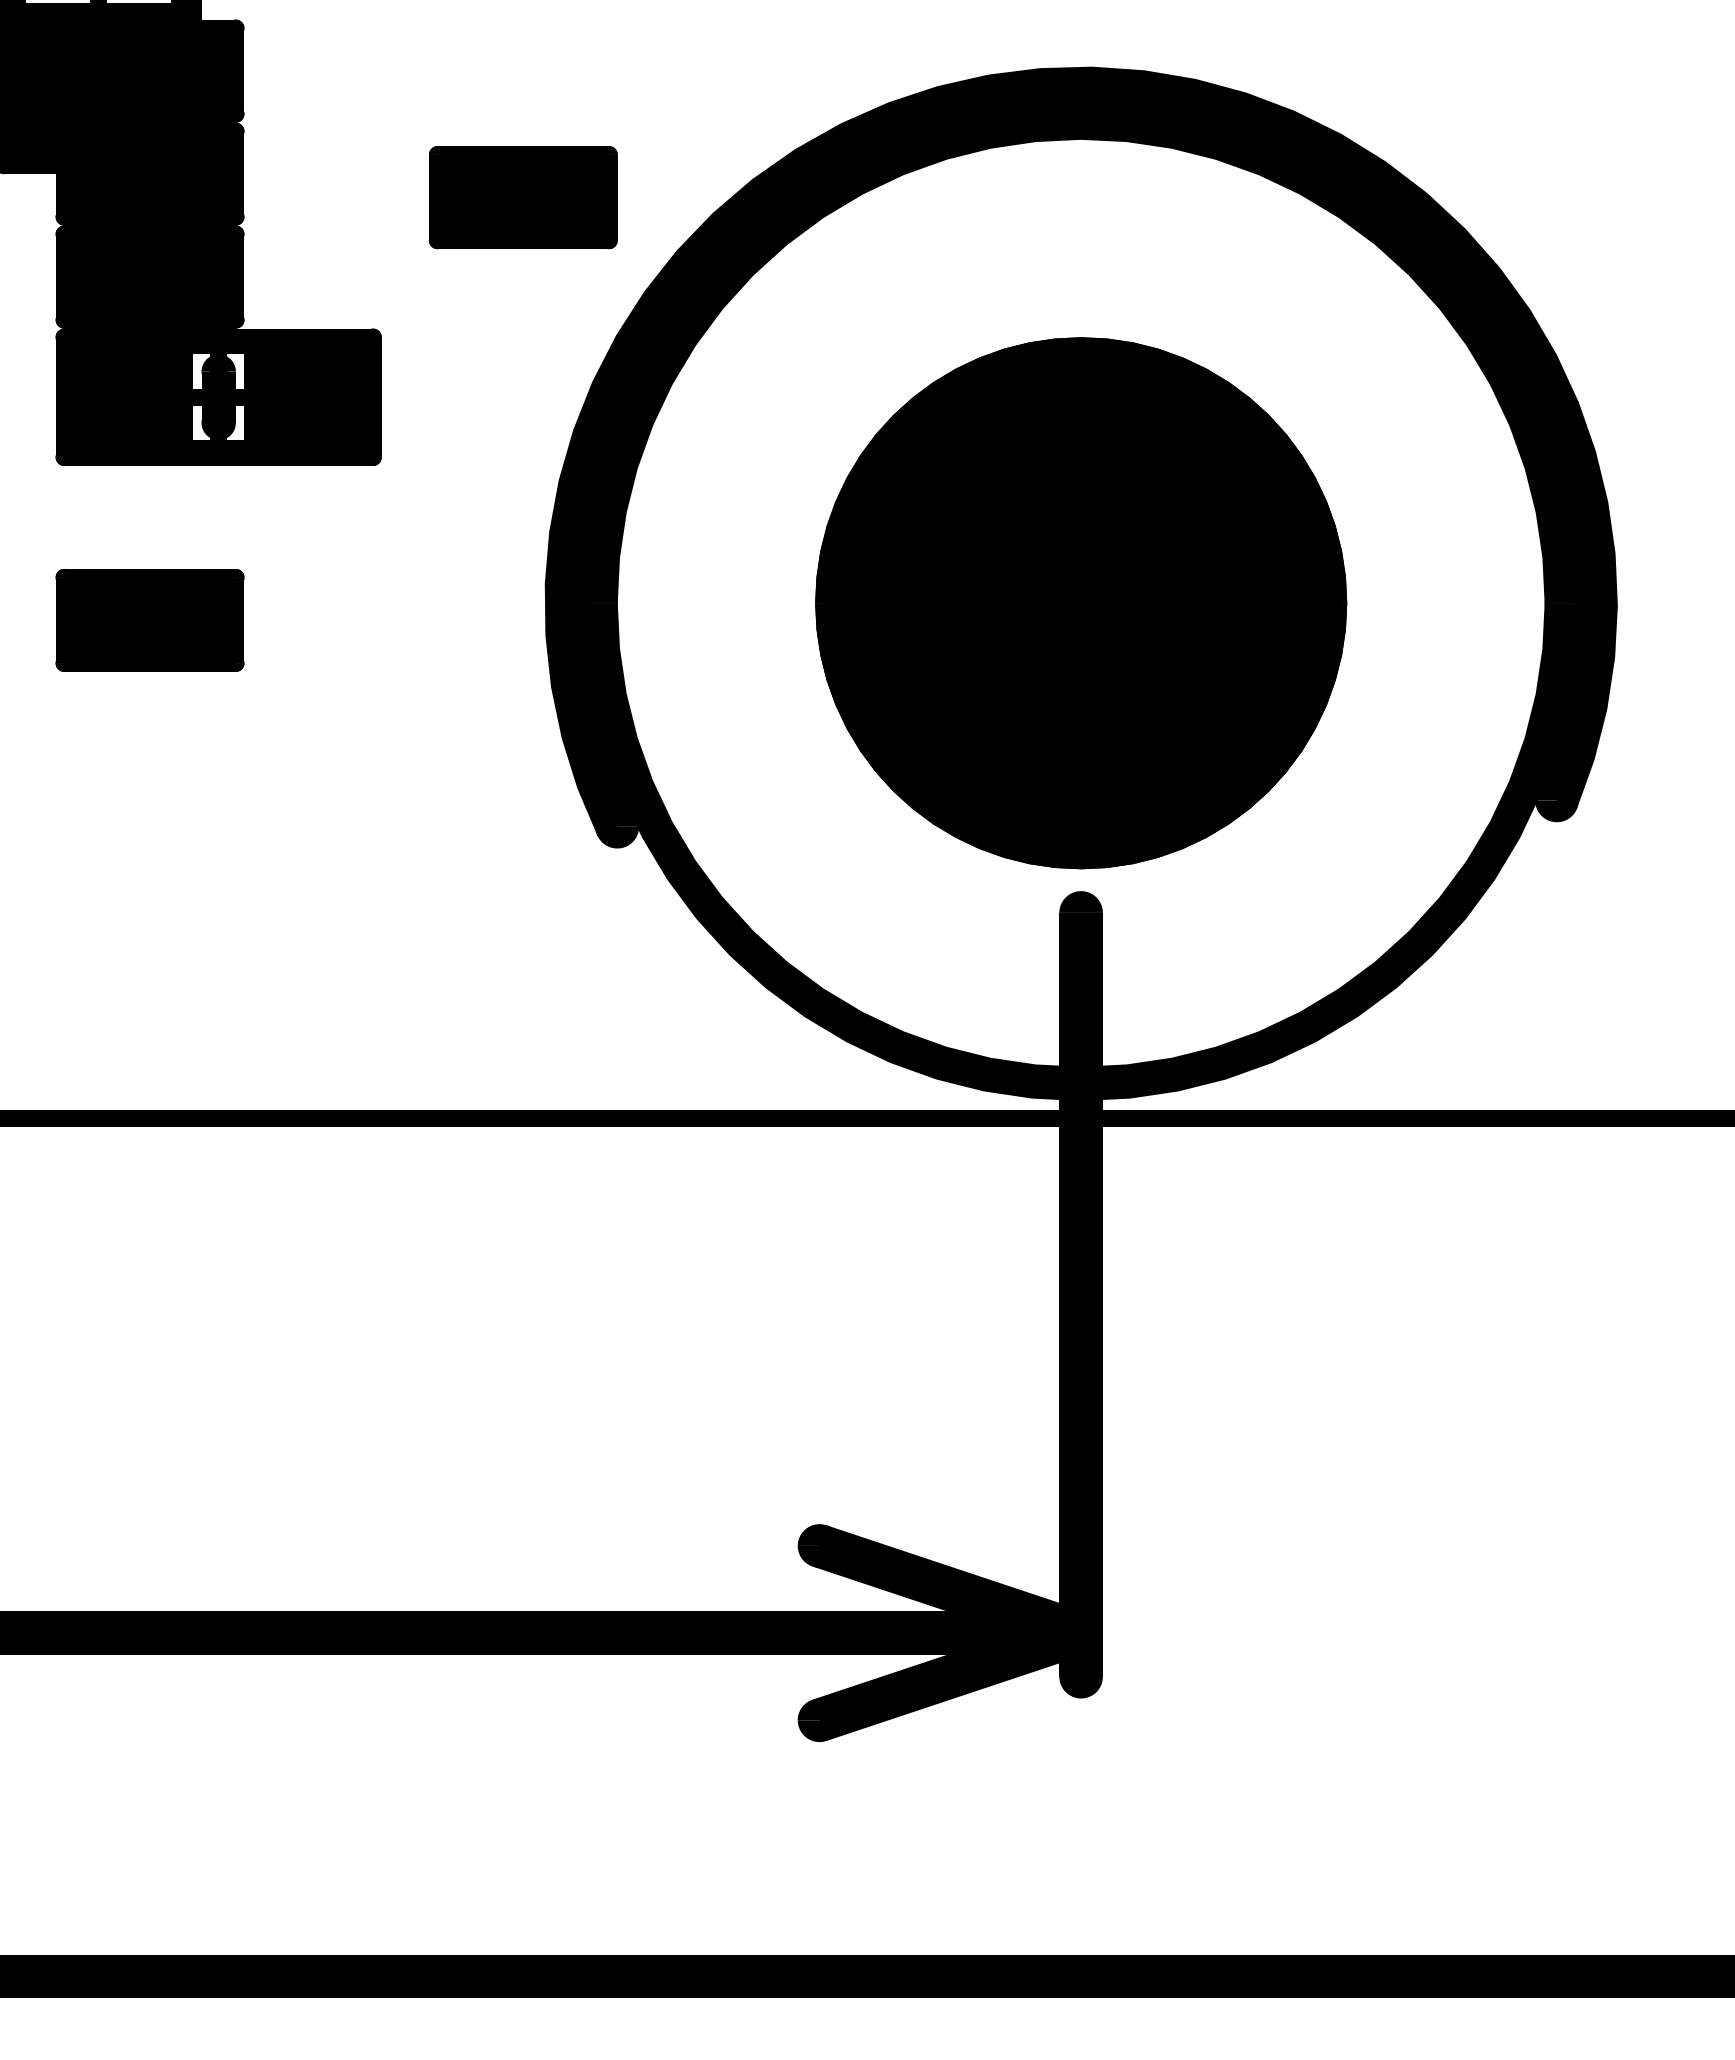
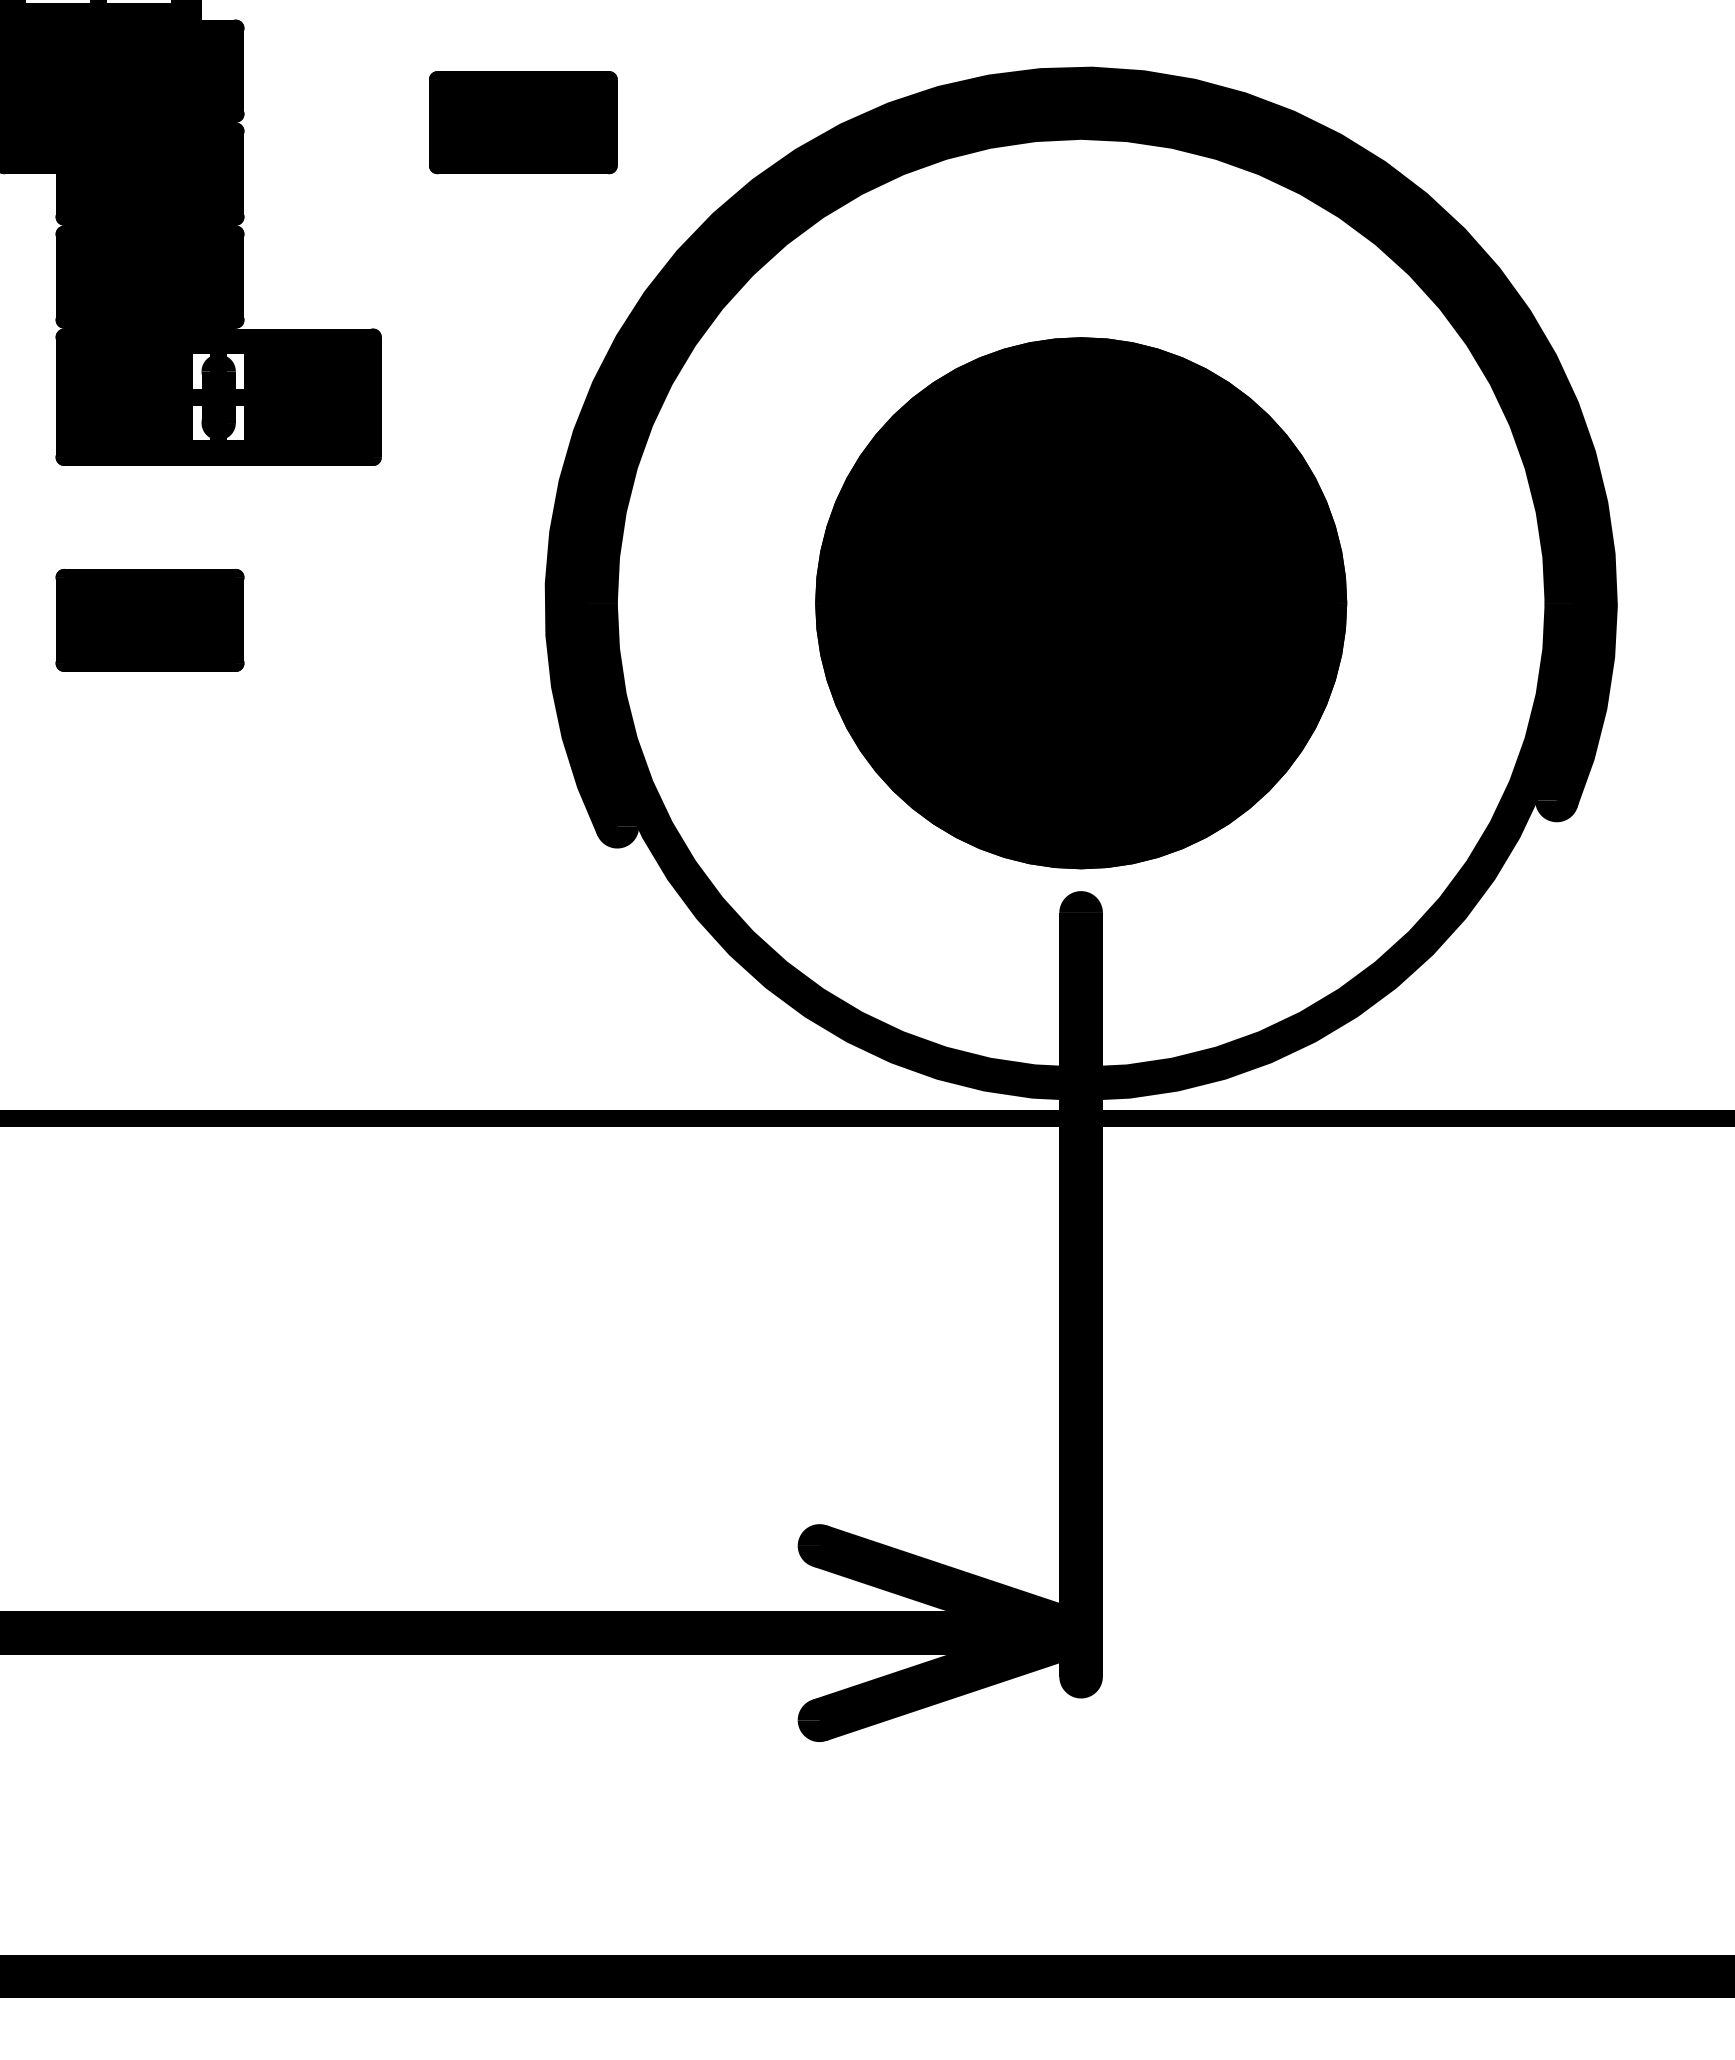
part at (523, 197) position: (523, 197) -> (523, 122)
